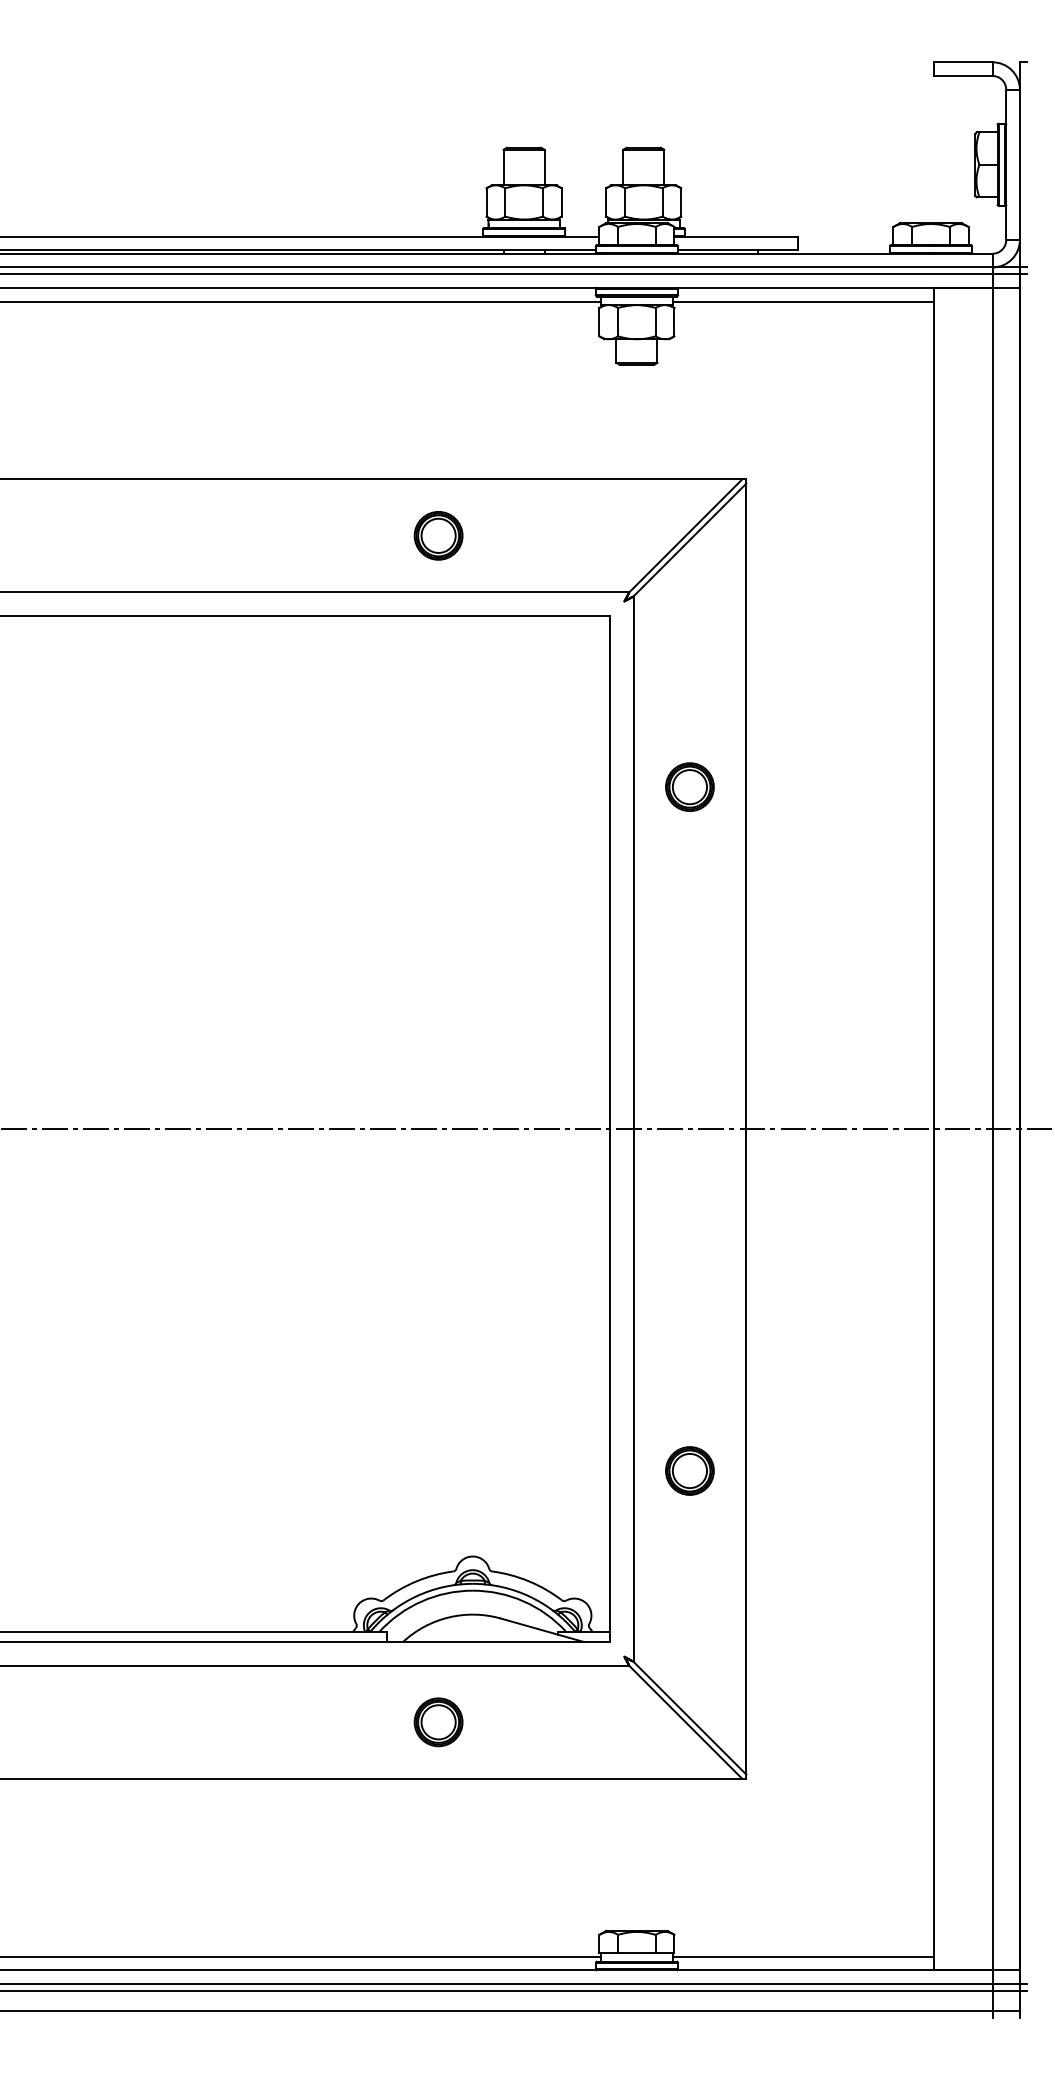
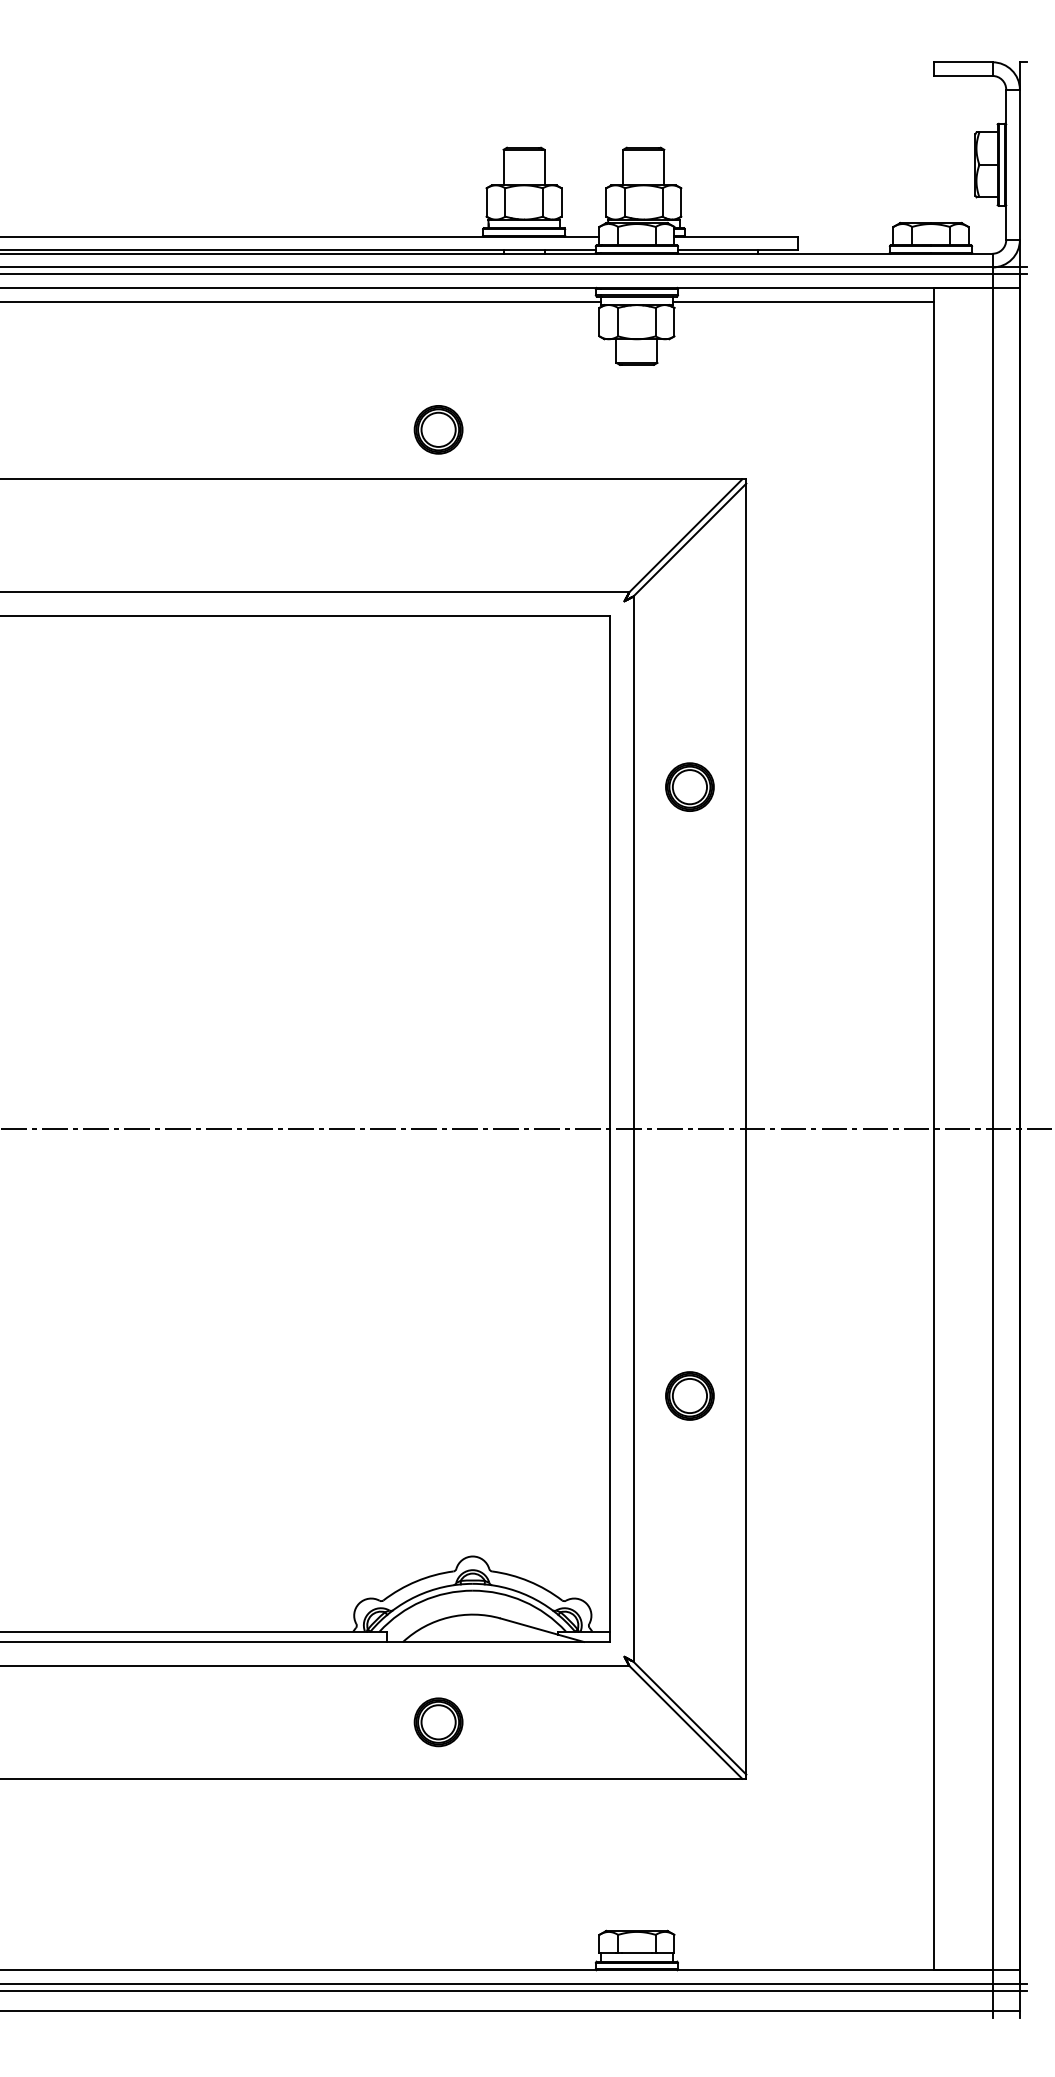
part at (438, 535) position: (438, 535) -> (438, 429)
part at (689, 1470) position: (689, 1470) -> (689, 1395)
line at (301, 1956): present -> none
line at (803, 1956): present -> none
